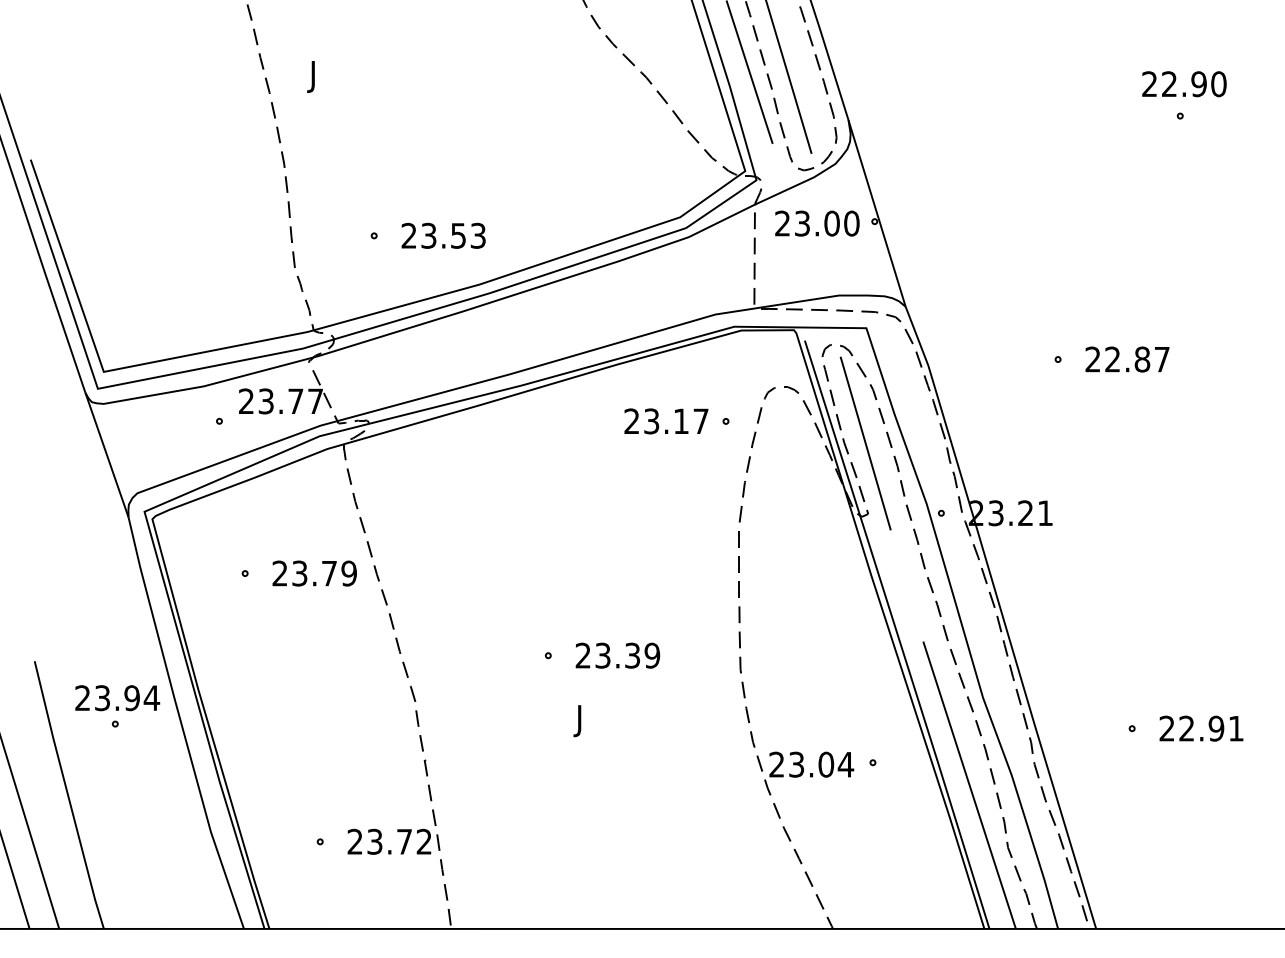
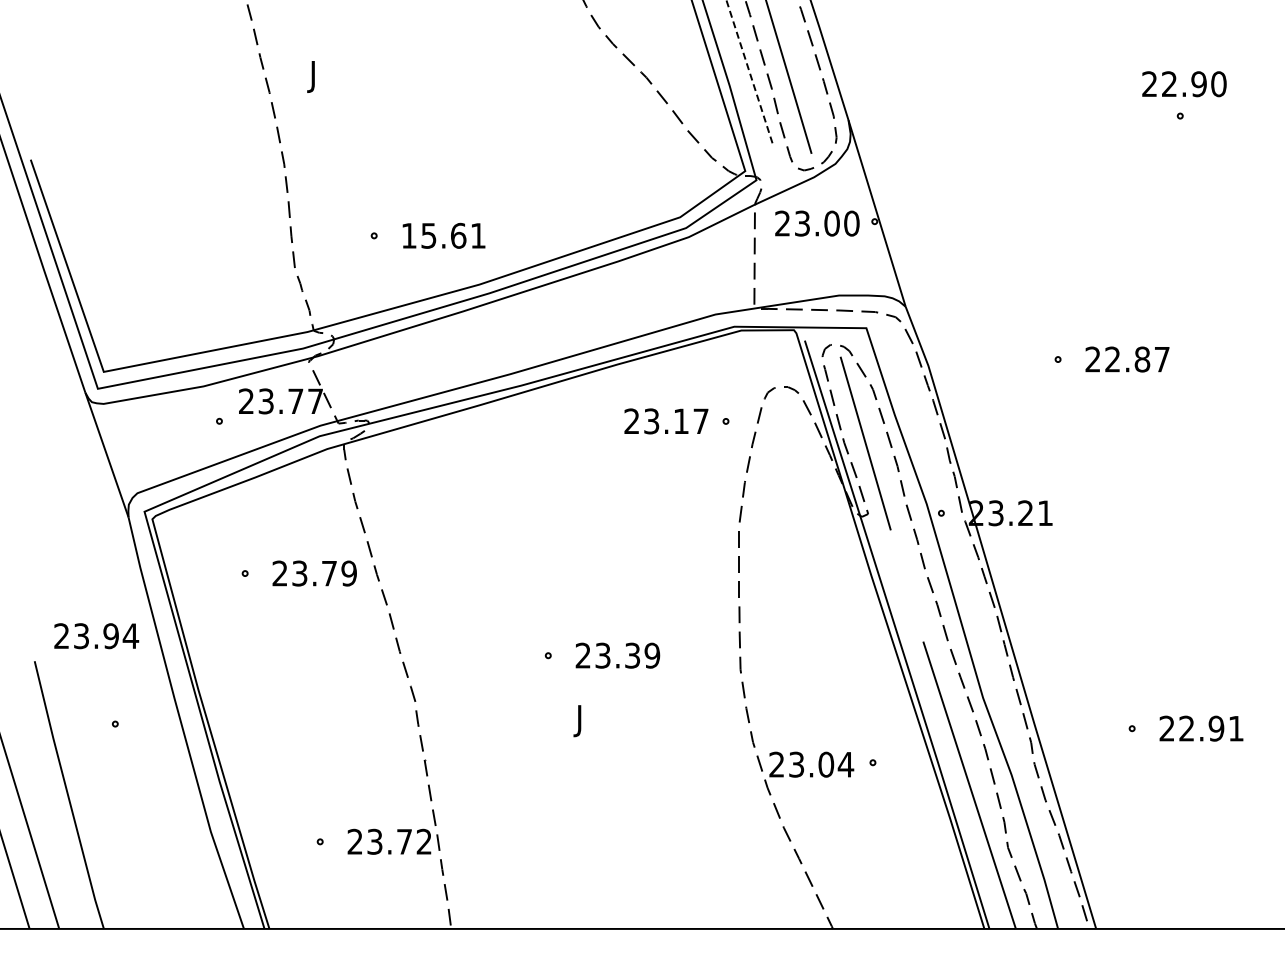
line at (749, 72): solid -> dashed
text at (443, 235): 23.53 -> 15.61
text at (117, 698) position: (117, 698) -> (96, 636)
